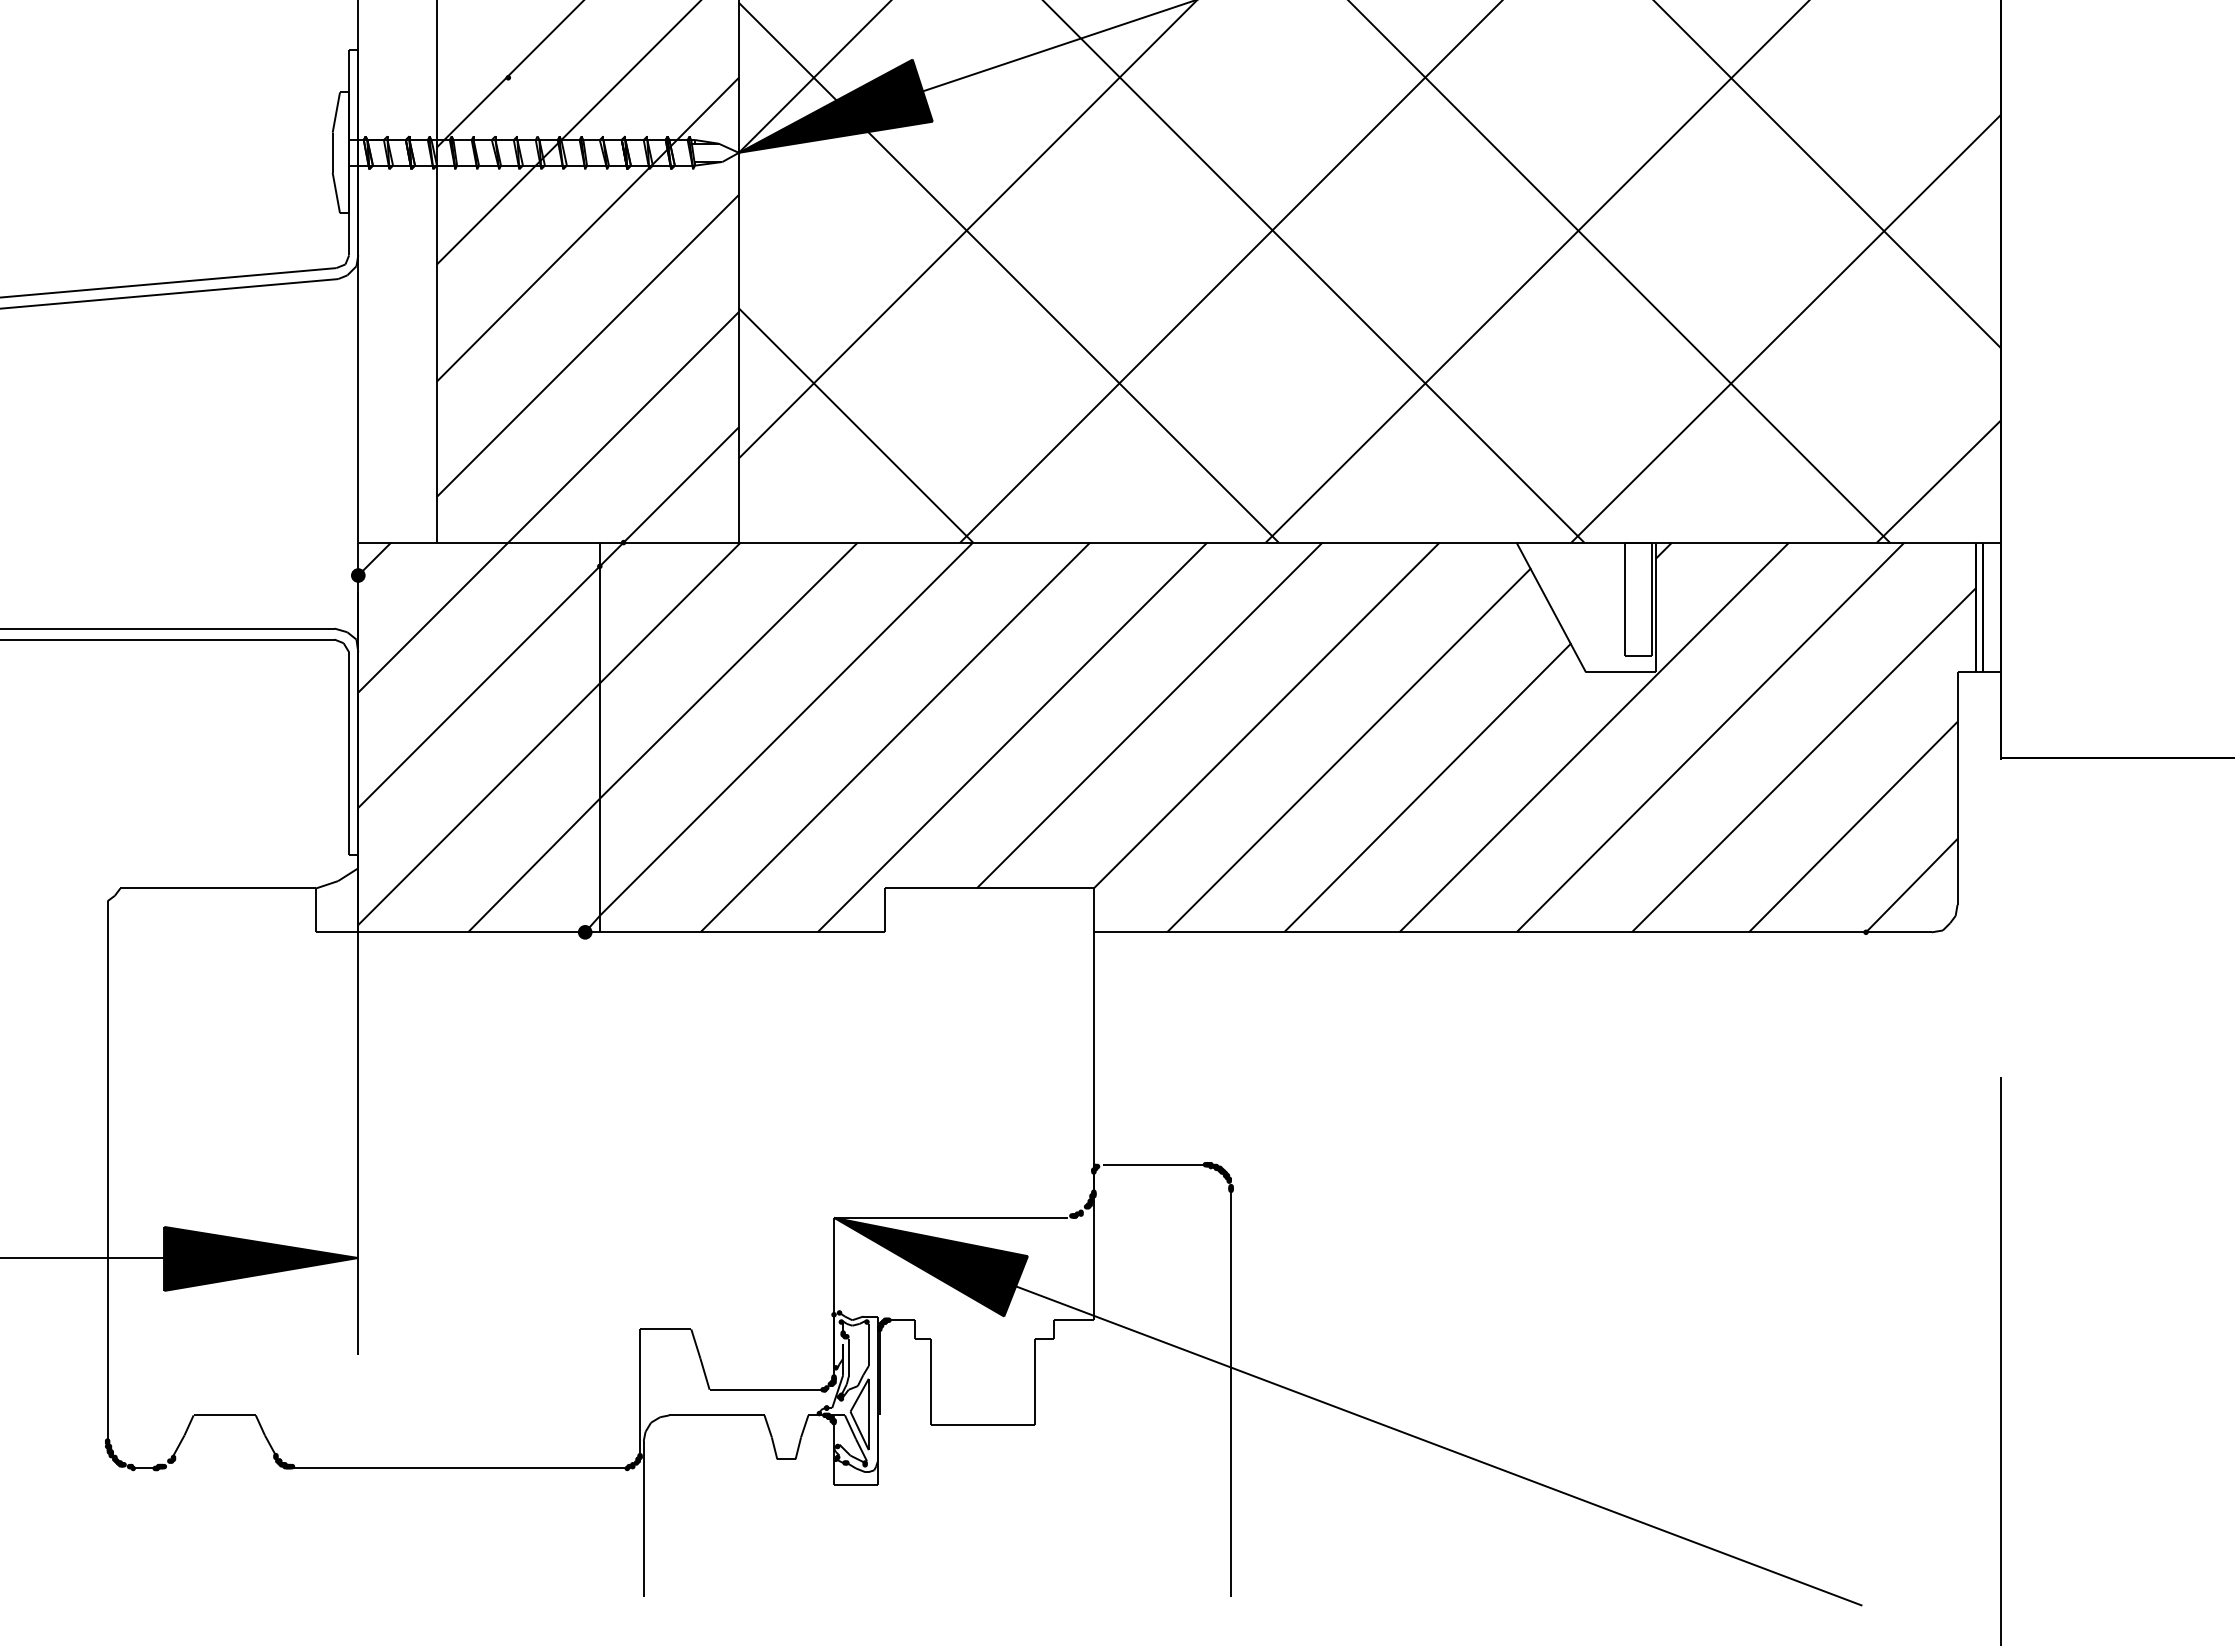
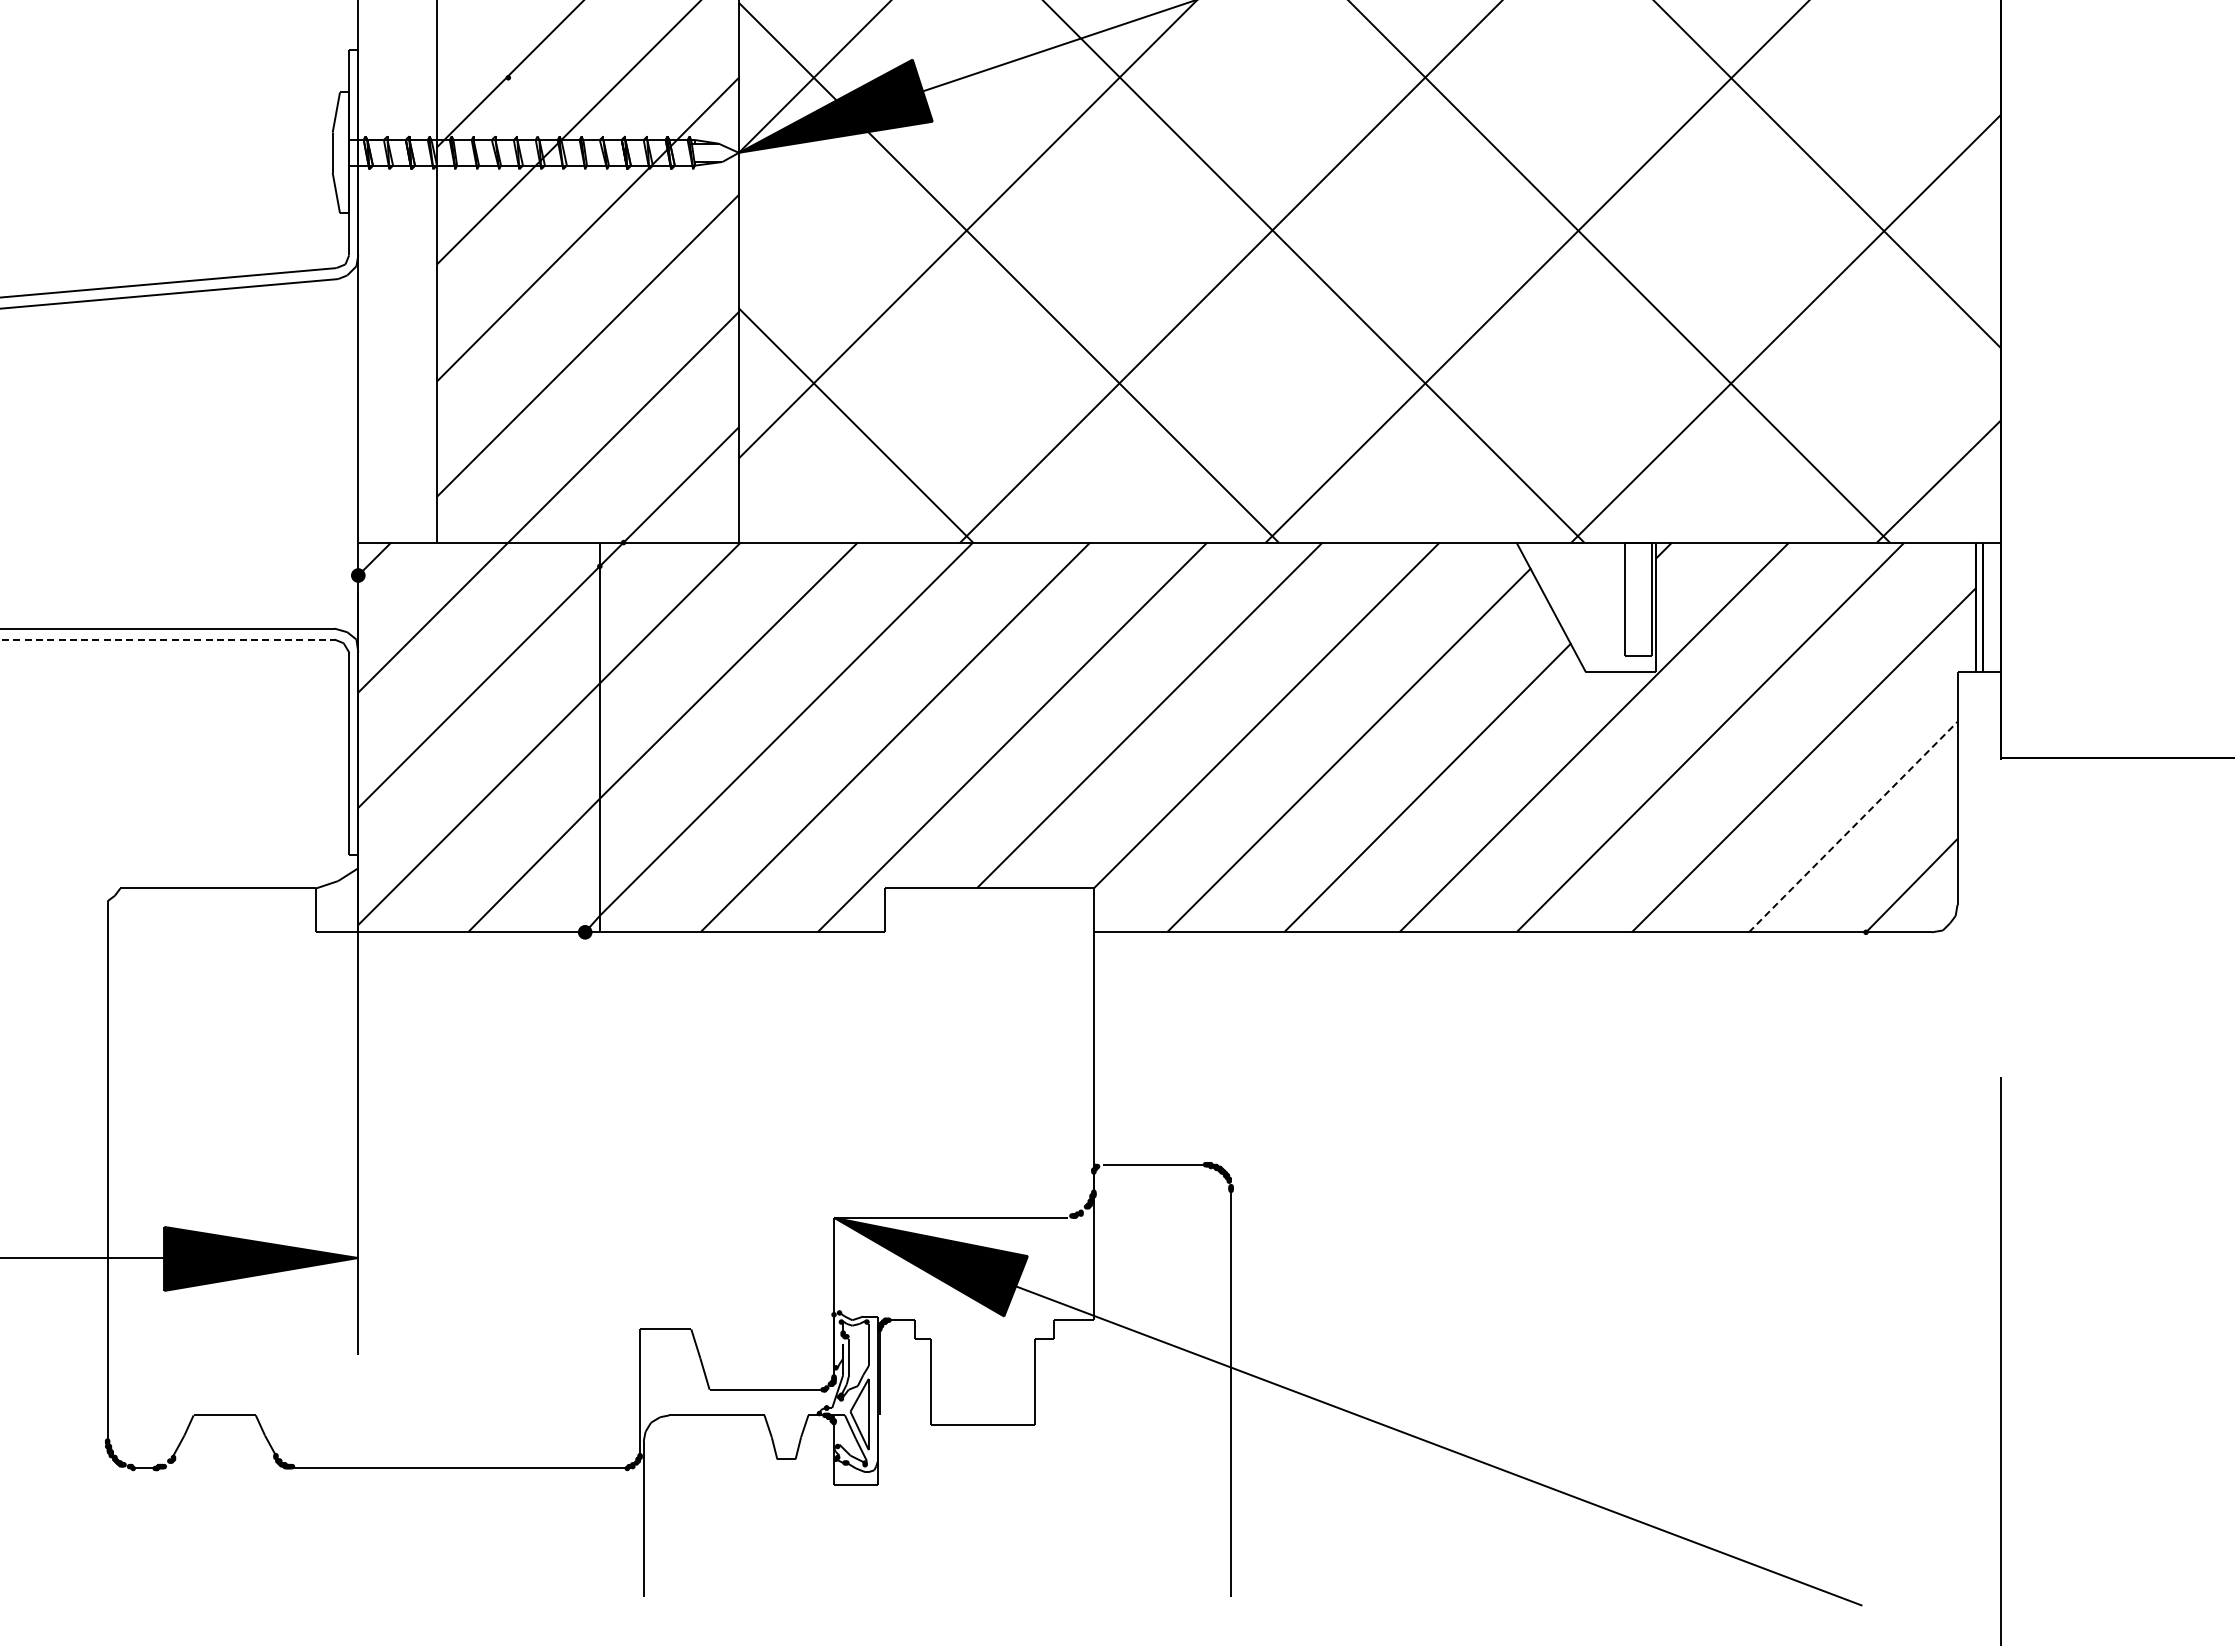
line at (167, 639): solid -> dashed
line at (1853, 826): solid -> dashed
